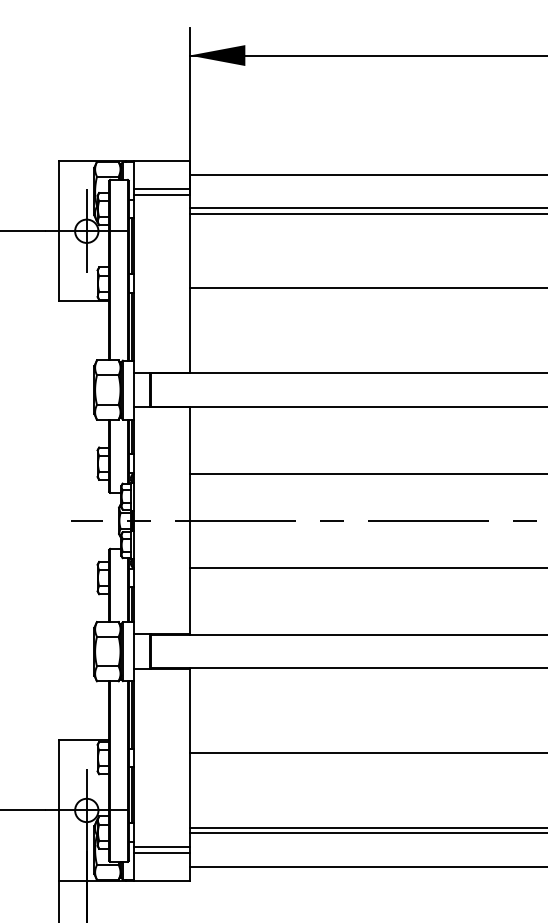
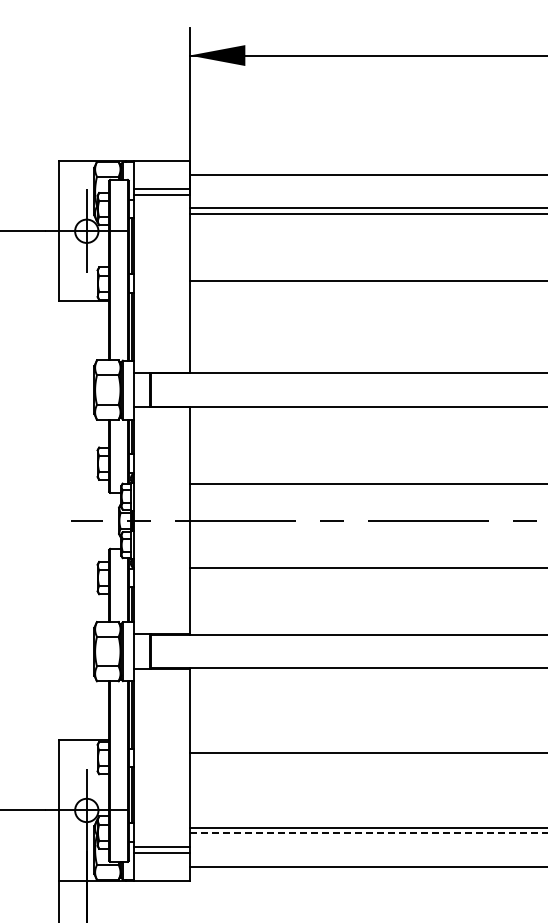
line at (366, 288) position: (366, 288) -> (366, 281)
line at (366, 474) position: (366, 474) -> (366, 484)
line at (368, 833): solid -> dashed
